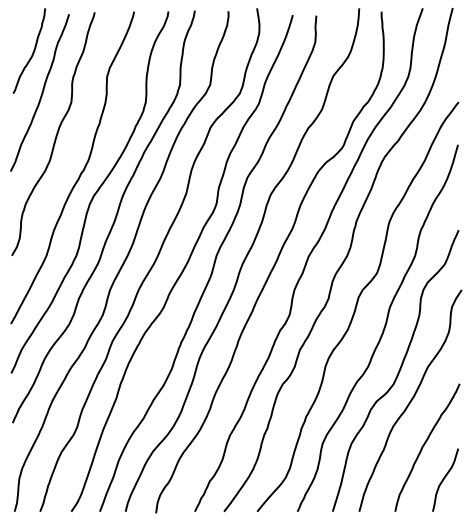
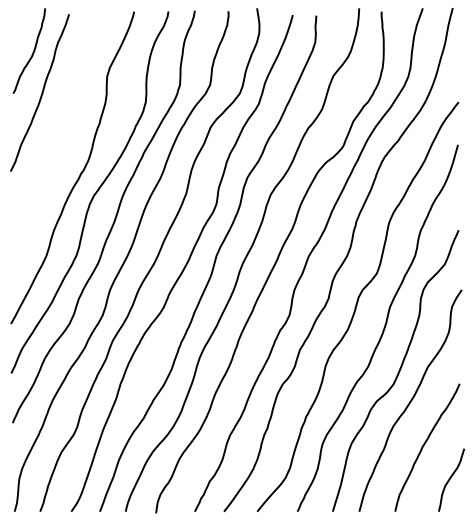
curve at (55, 135): present -> none
curve at (445, 478) position: (445, 478) -> (451, 478)
